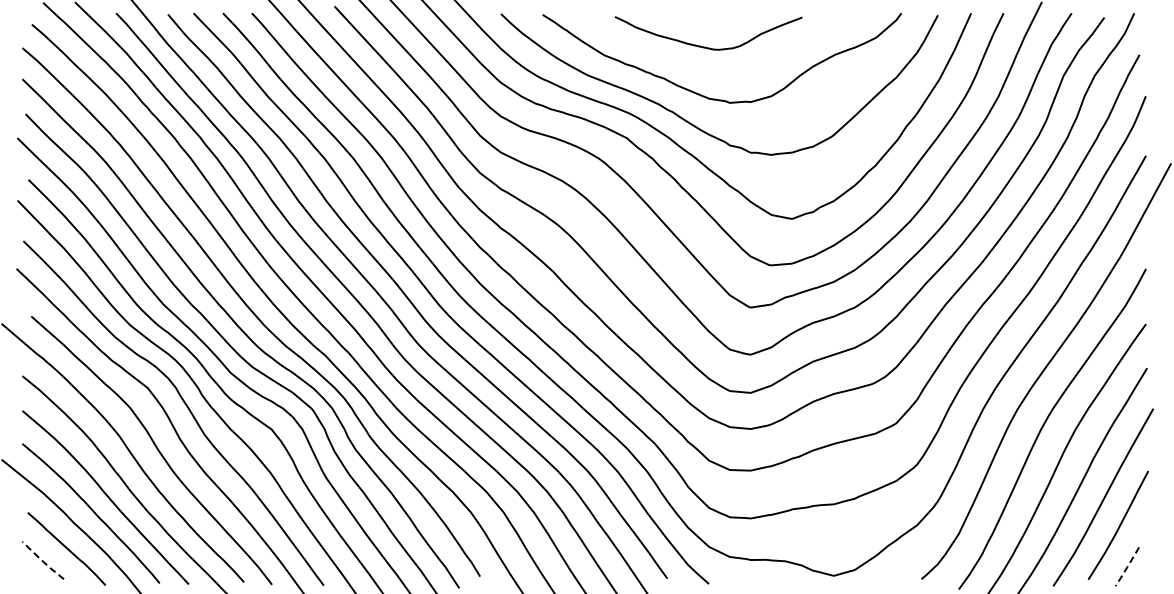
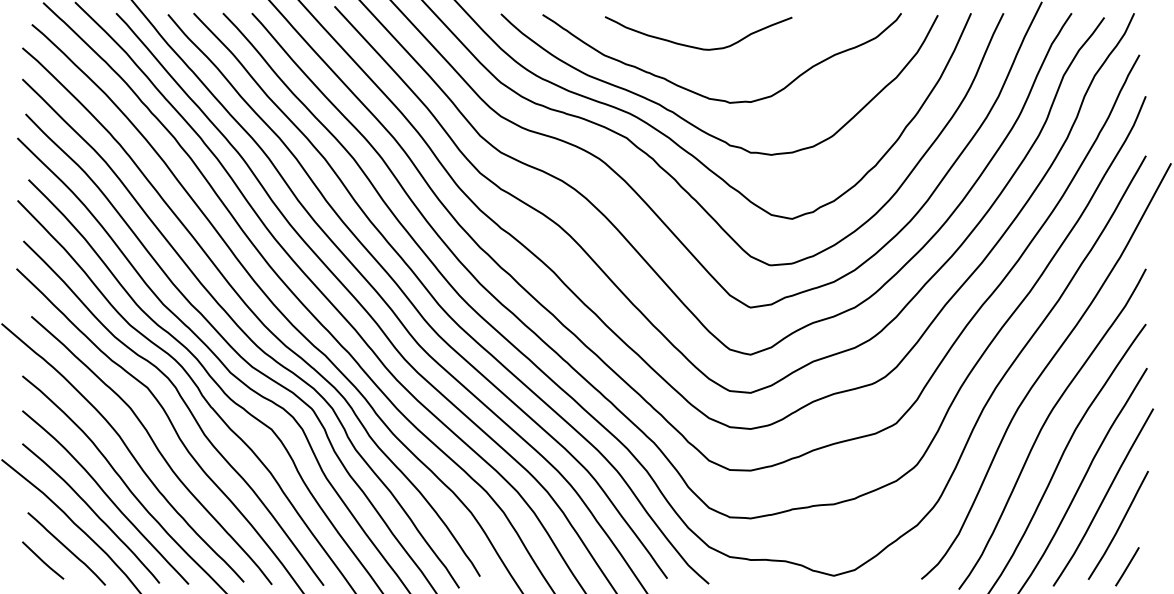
curve at (705, 46) position: (705, 46) -> (695, 46)
line at (43, 561): dashed -> solid
line at (1127, 566): dashed -> solid
